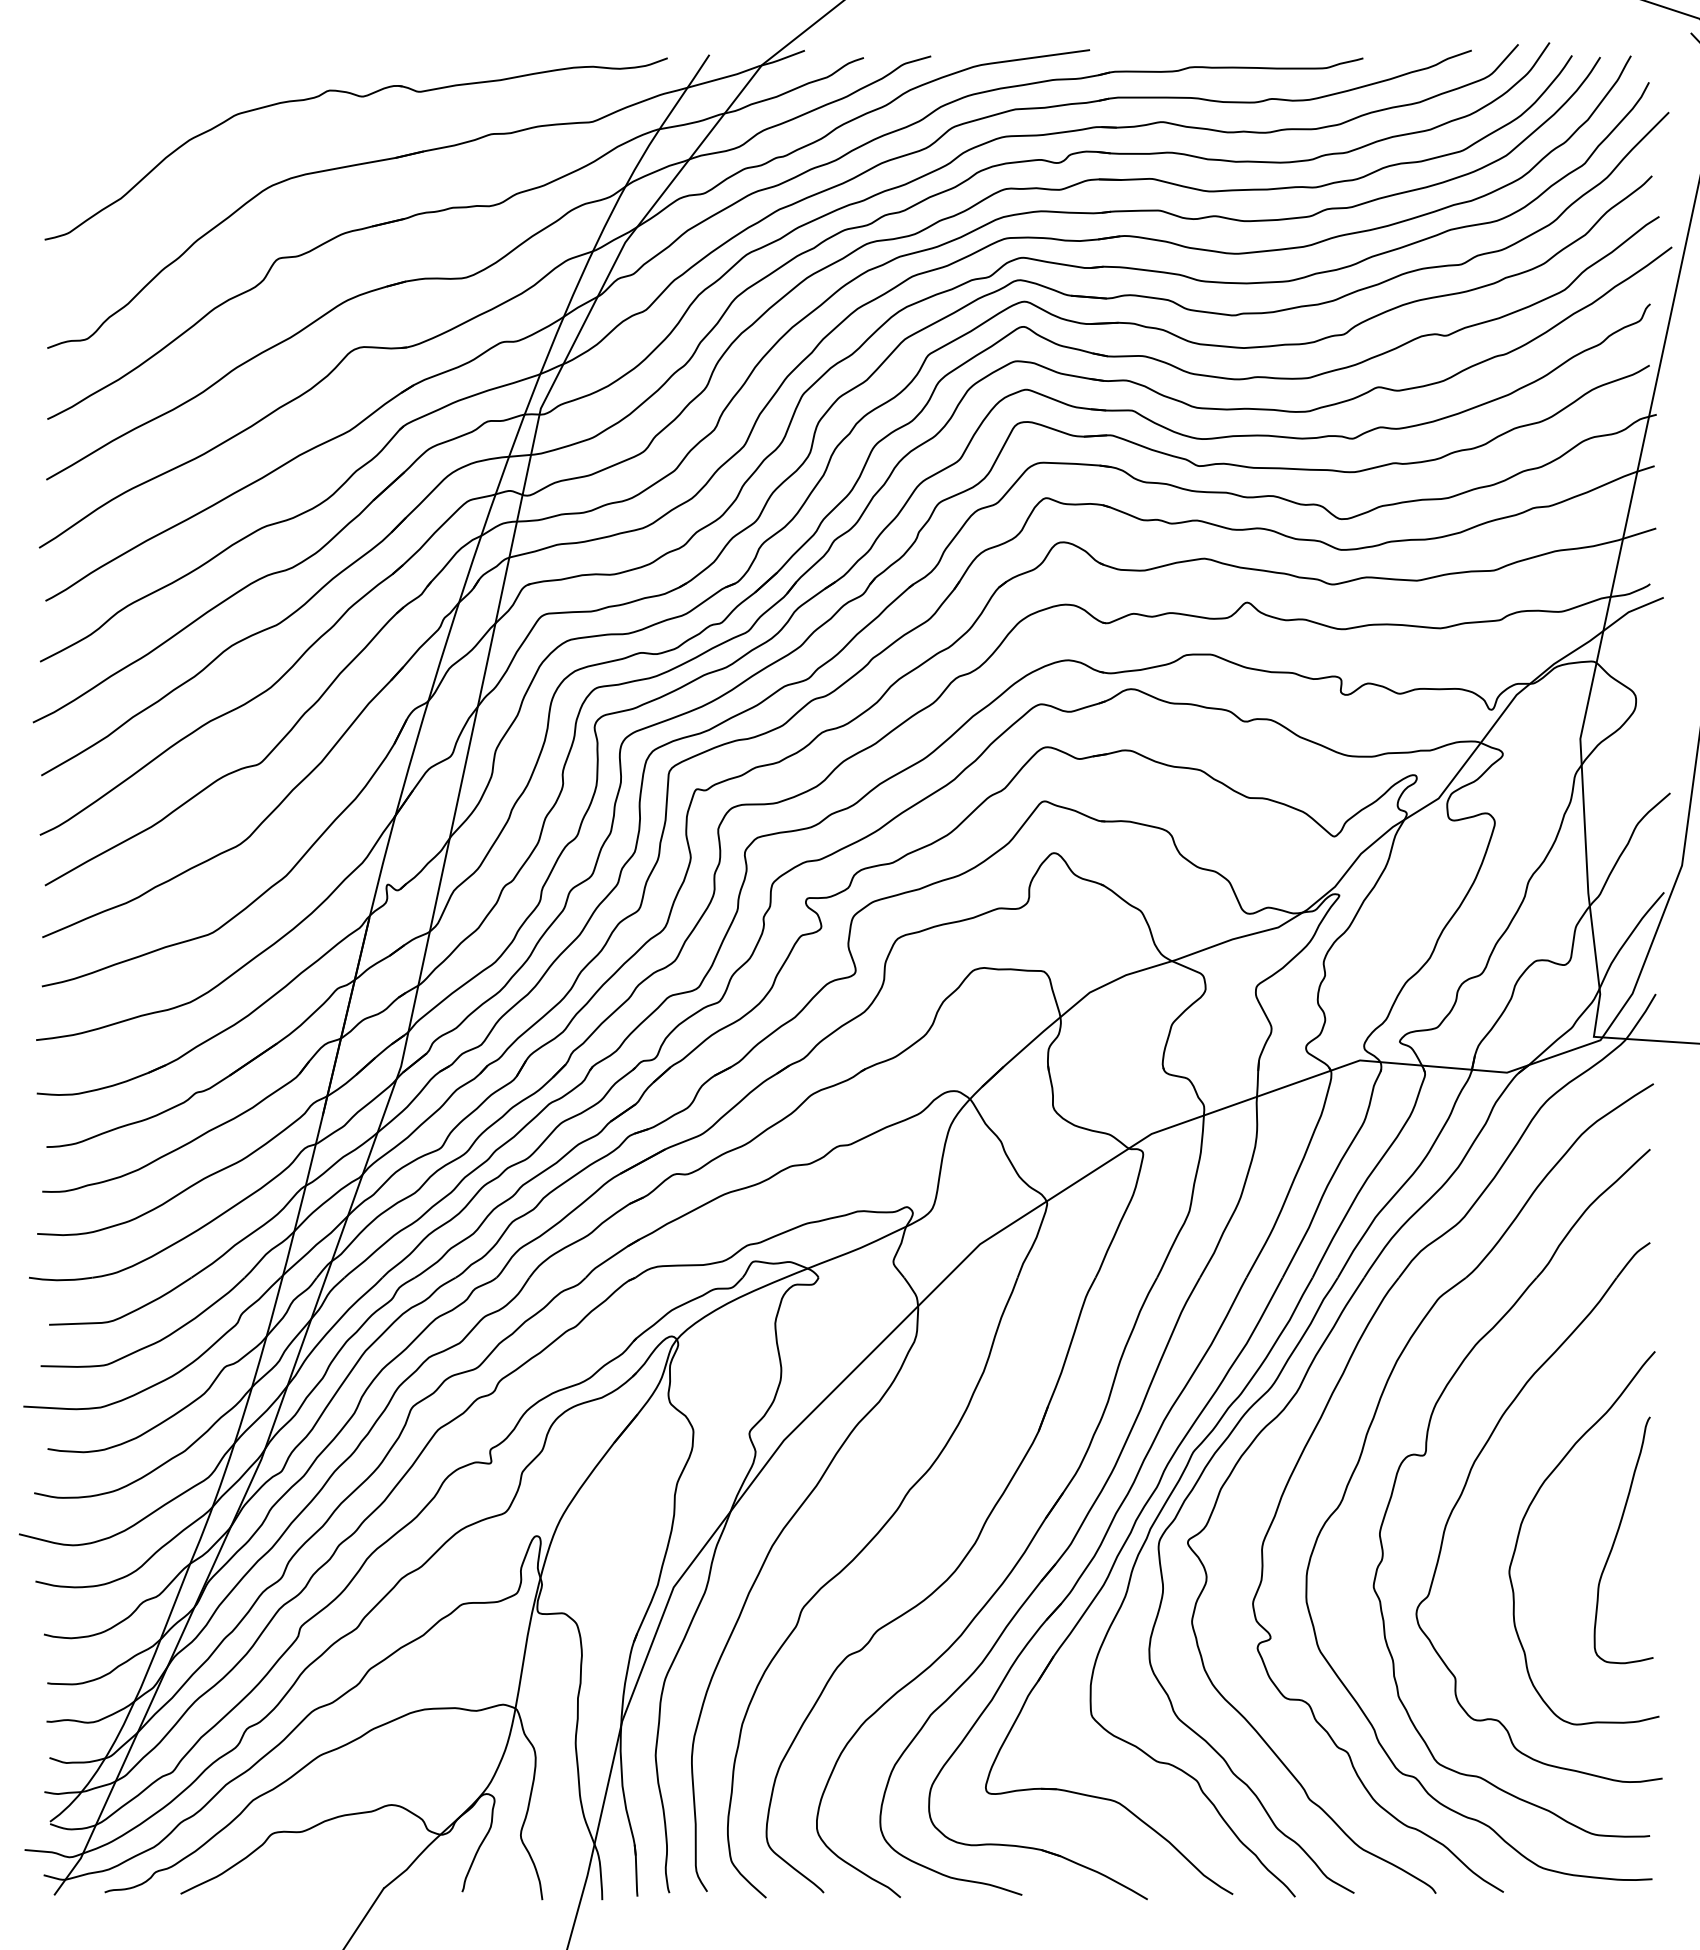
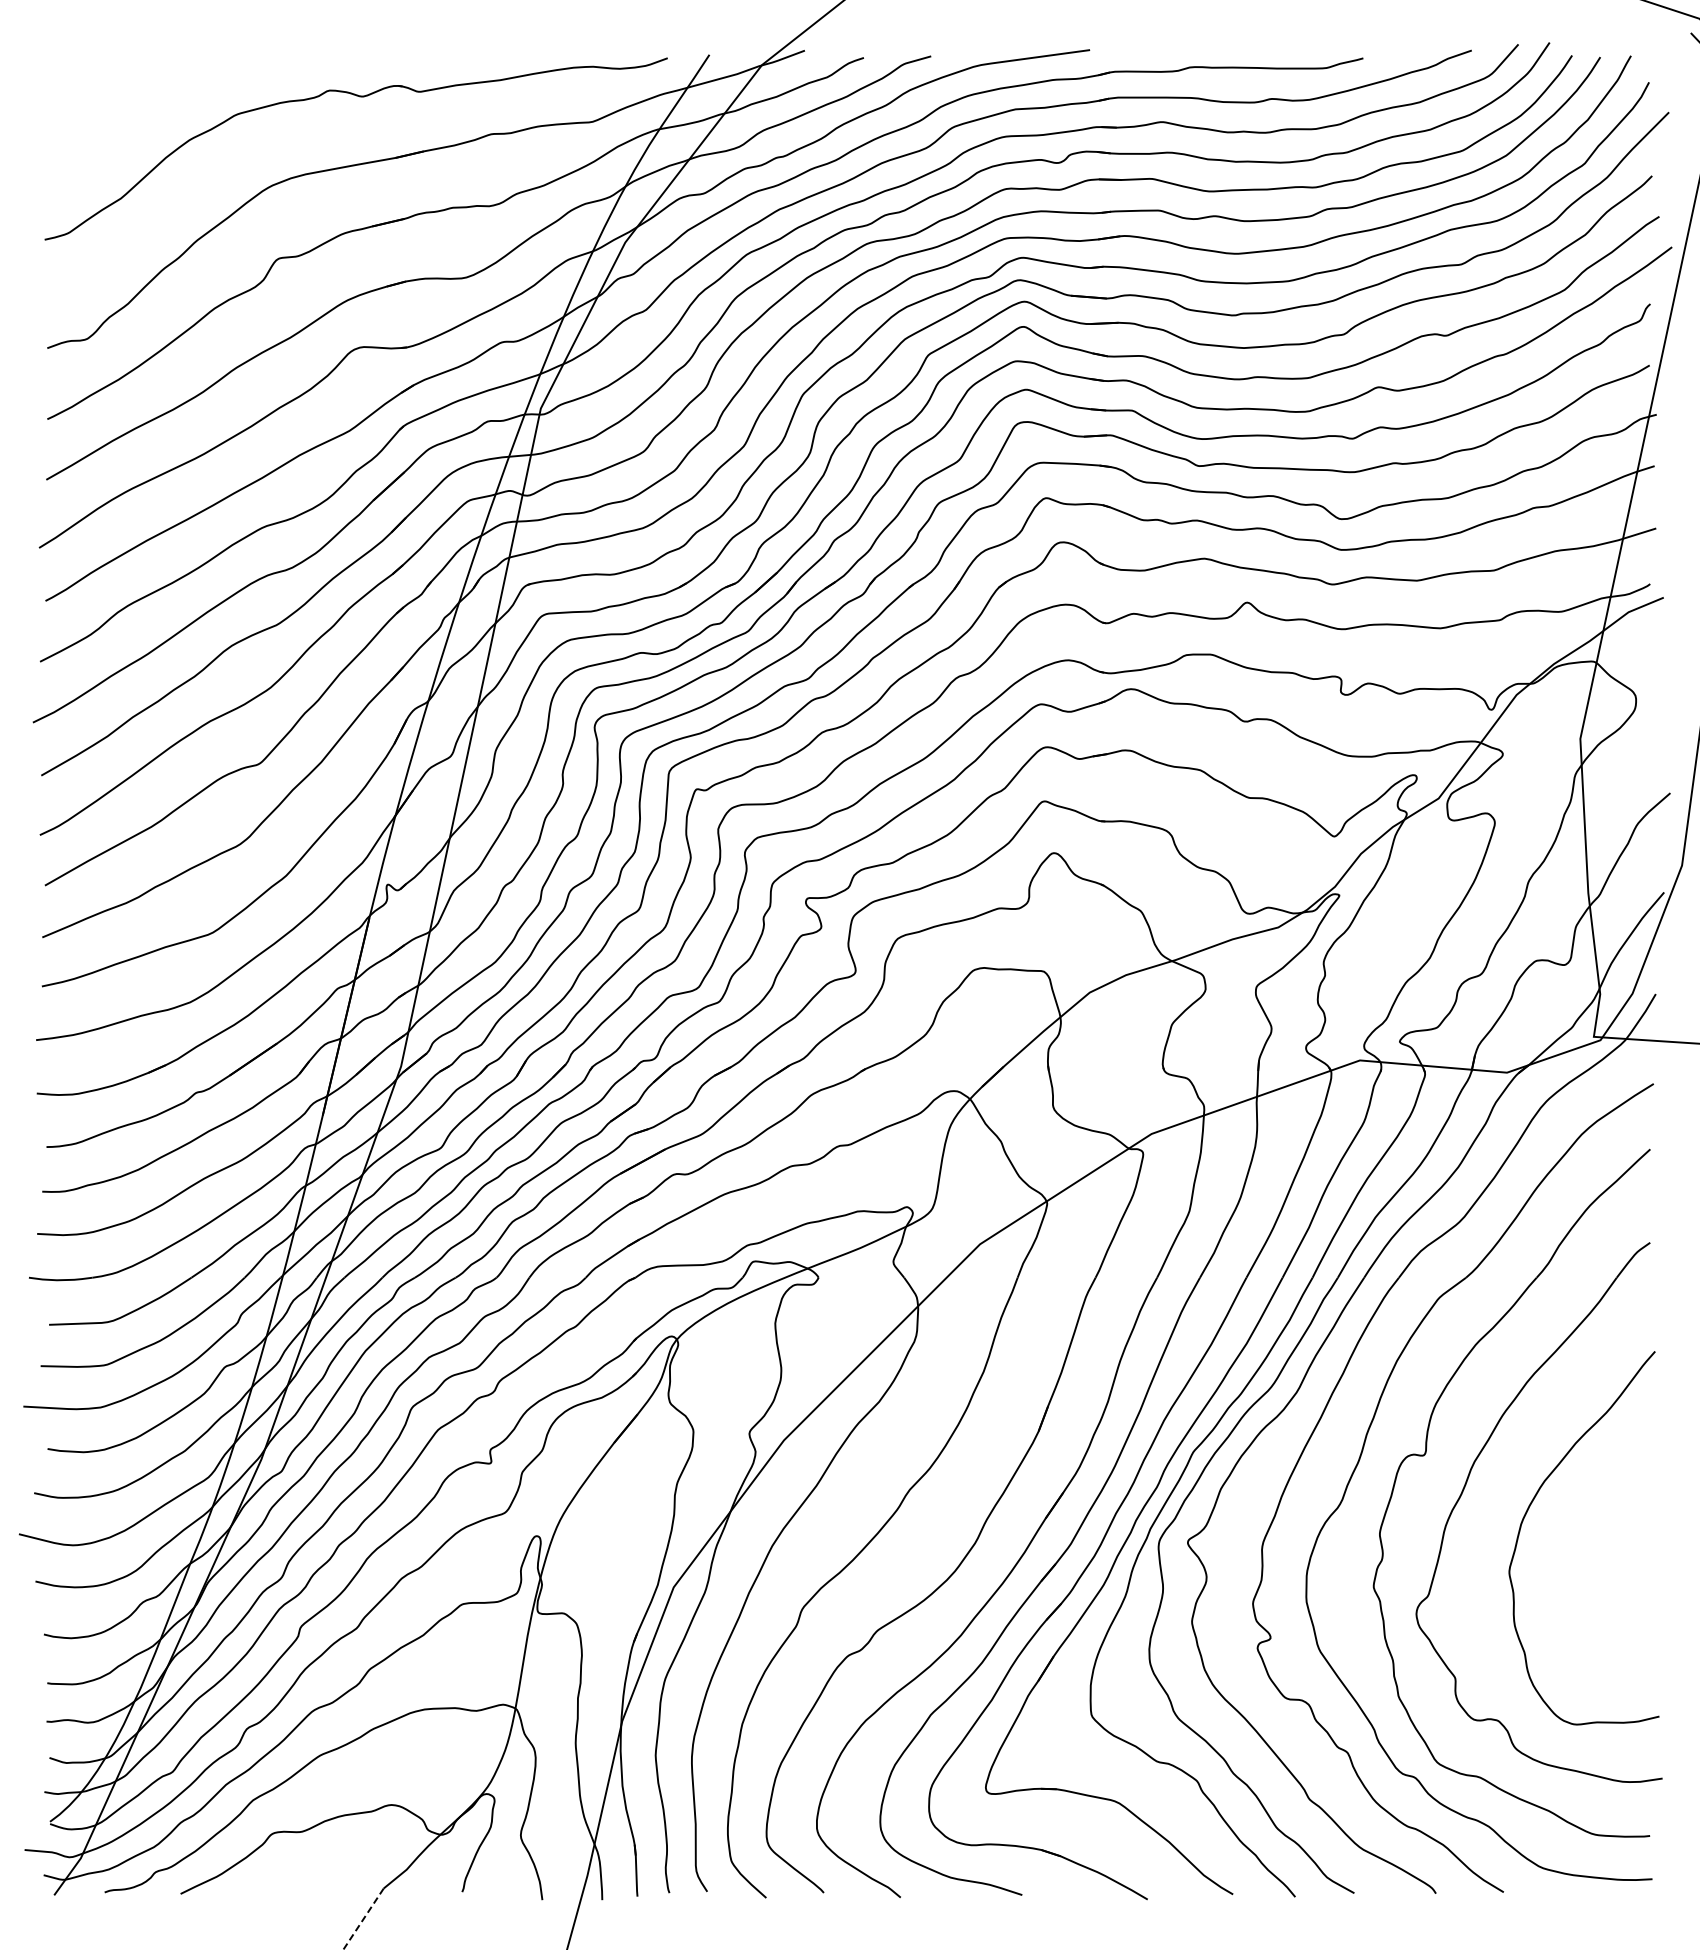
curve at (1616, 1538): present -> none
line at (363, 1919): solid -> dashed
